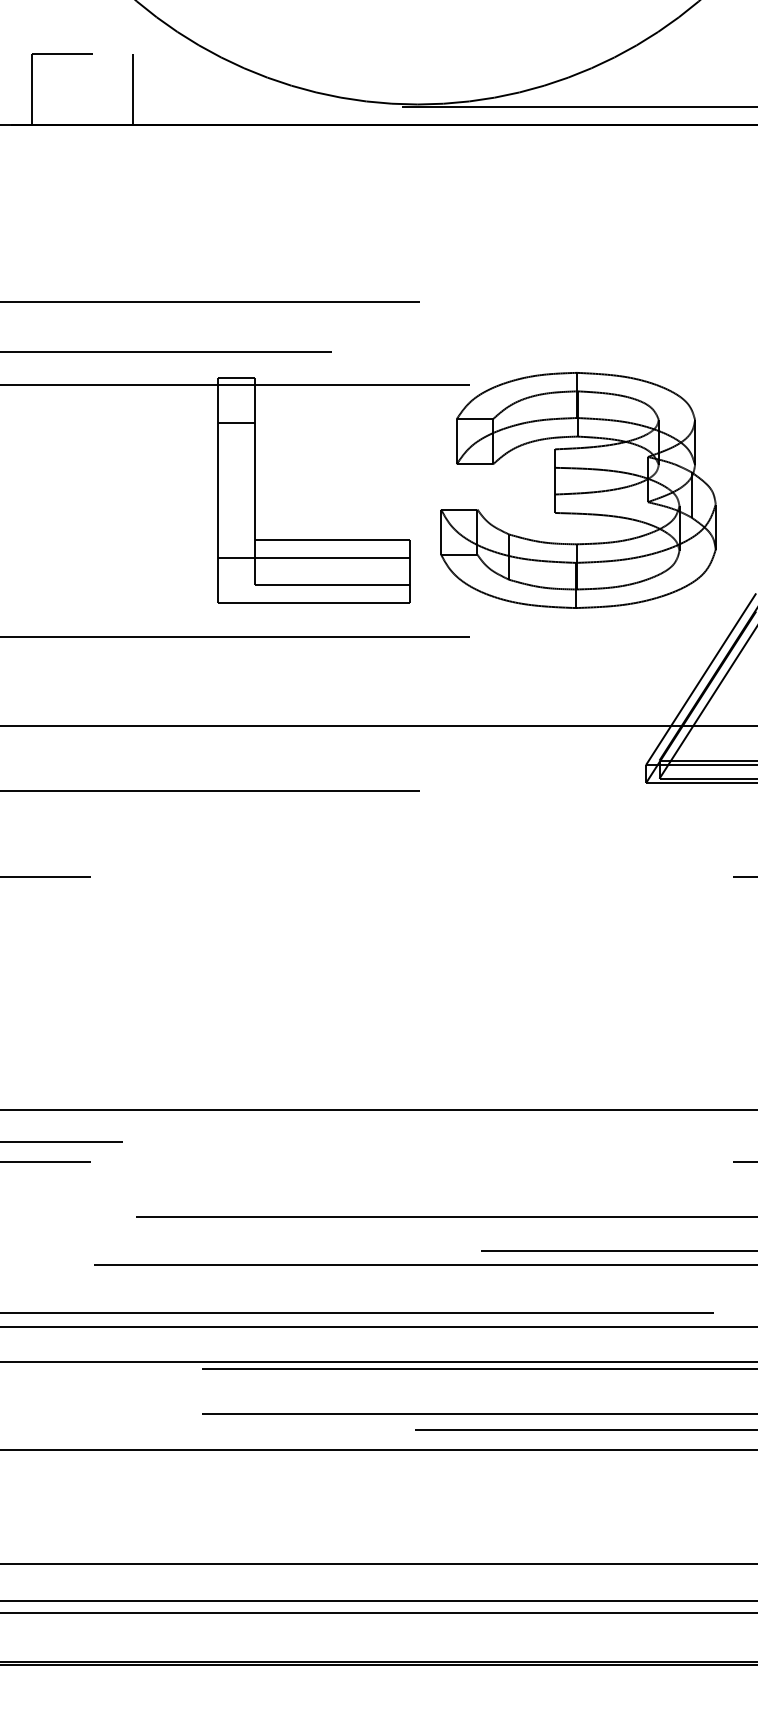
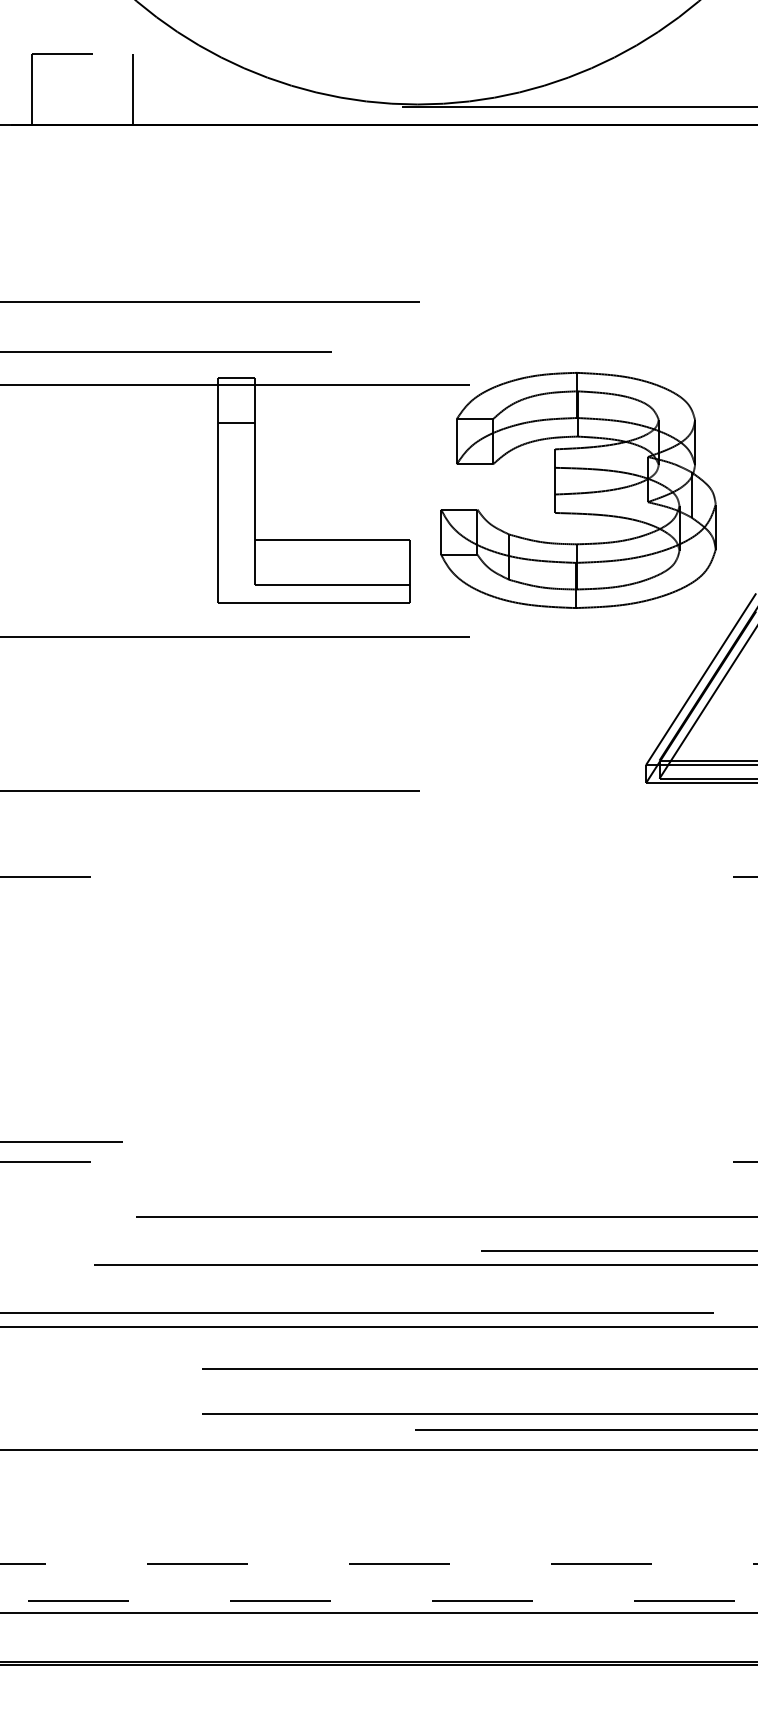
line at (314, 558): present -> none
line at (378, 725): present -> none
line at (378, 1109): present -> none
line at (378, 1362): present -> none
line at (378, 1564): solid -> dashed
line at (379, 1600): solid -> dashed
